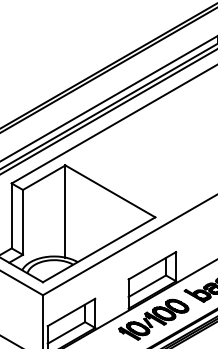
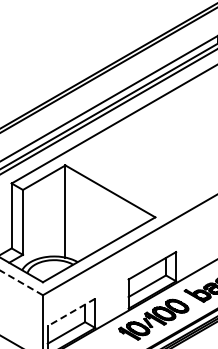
line at (21, 282): solid -> dashed
line at (71, 312): solid -> dashed
